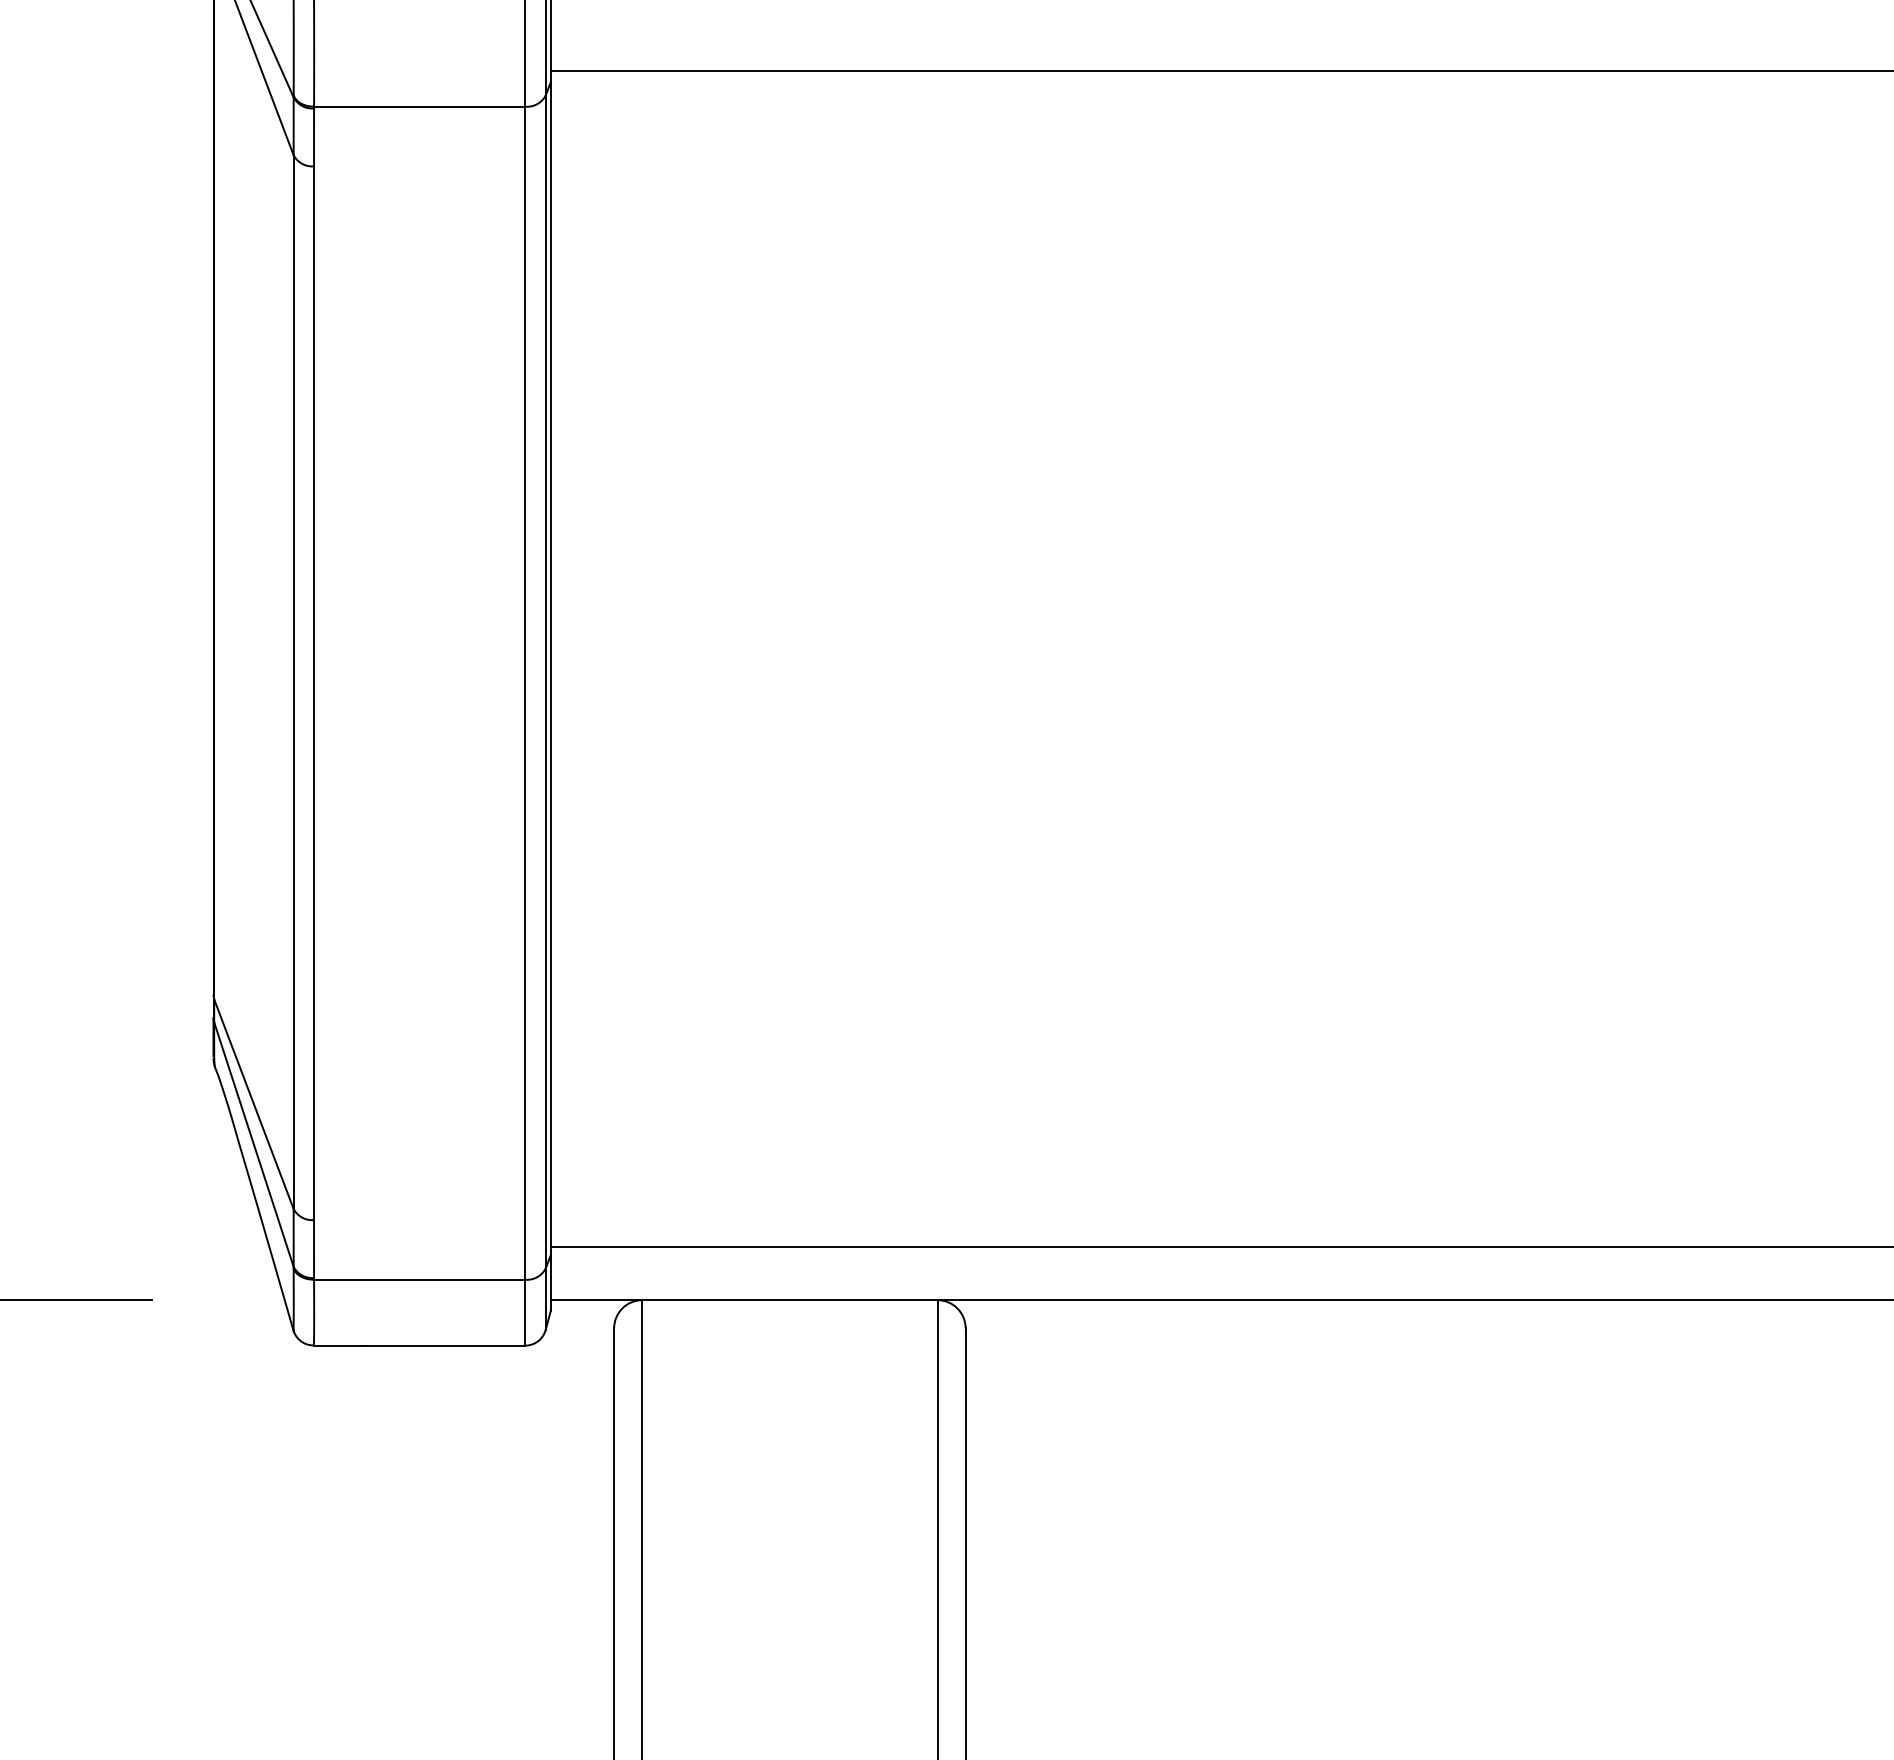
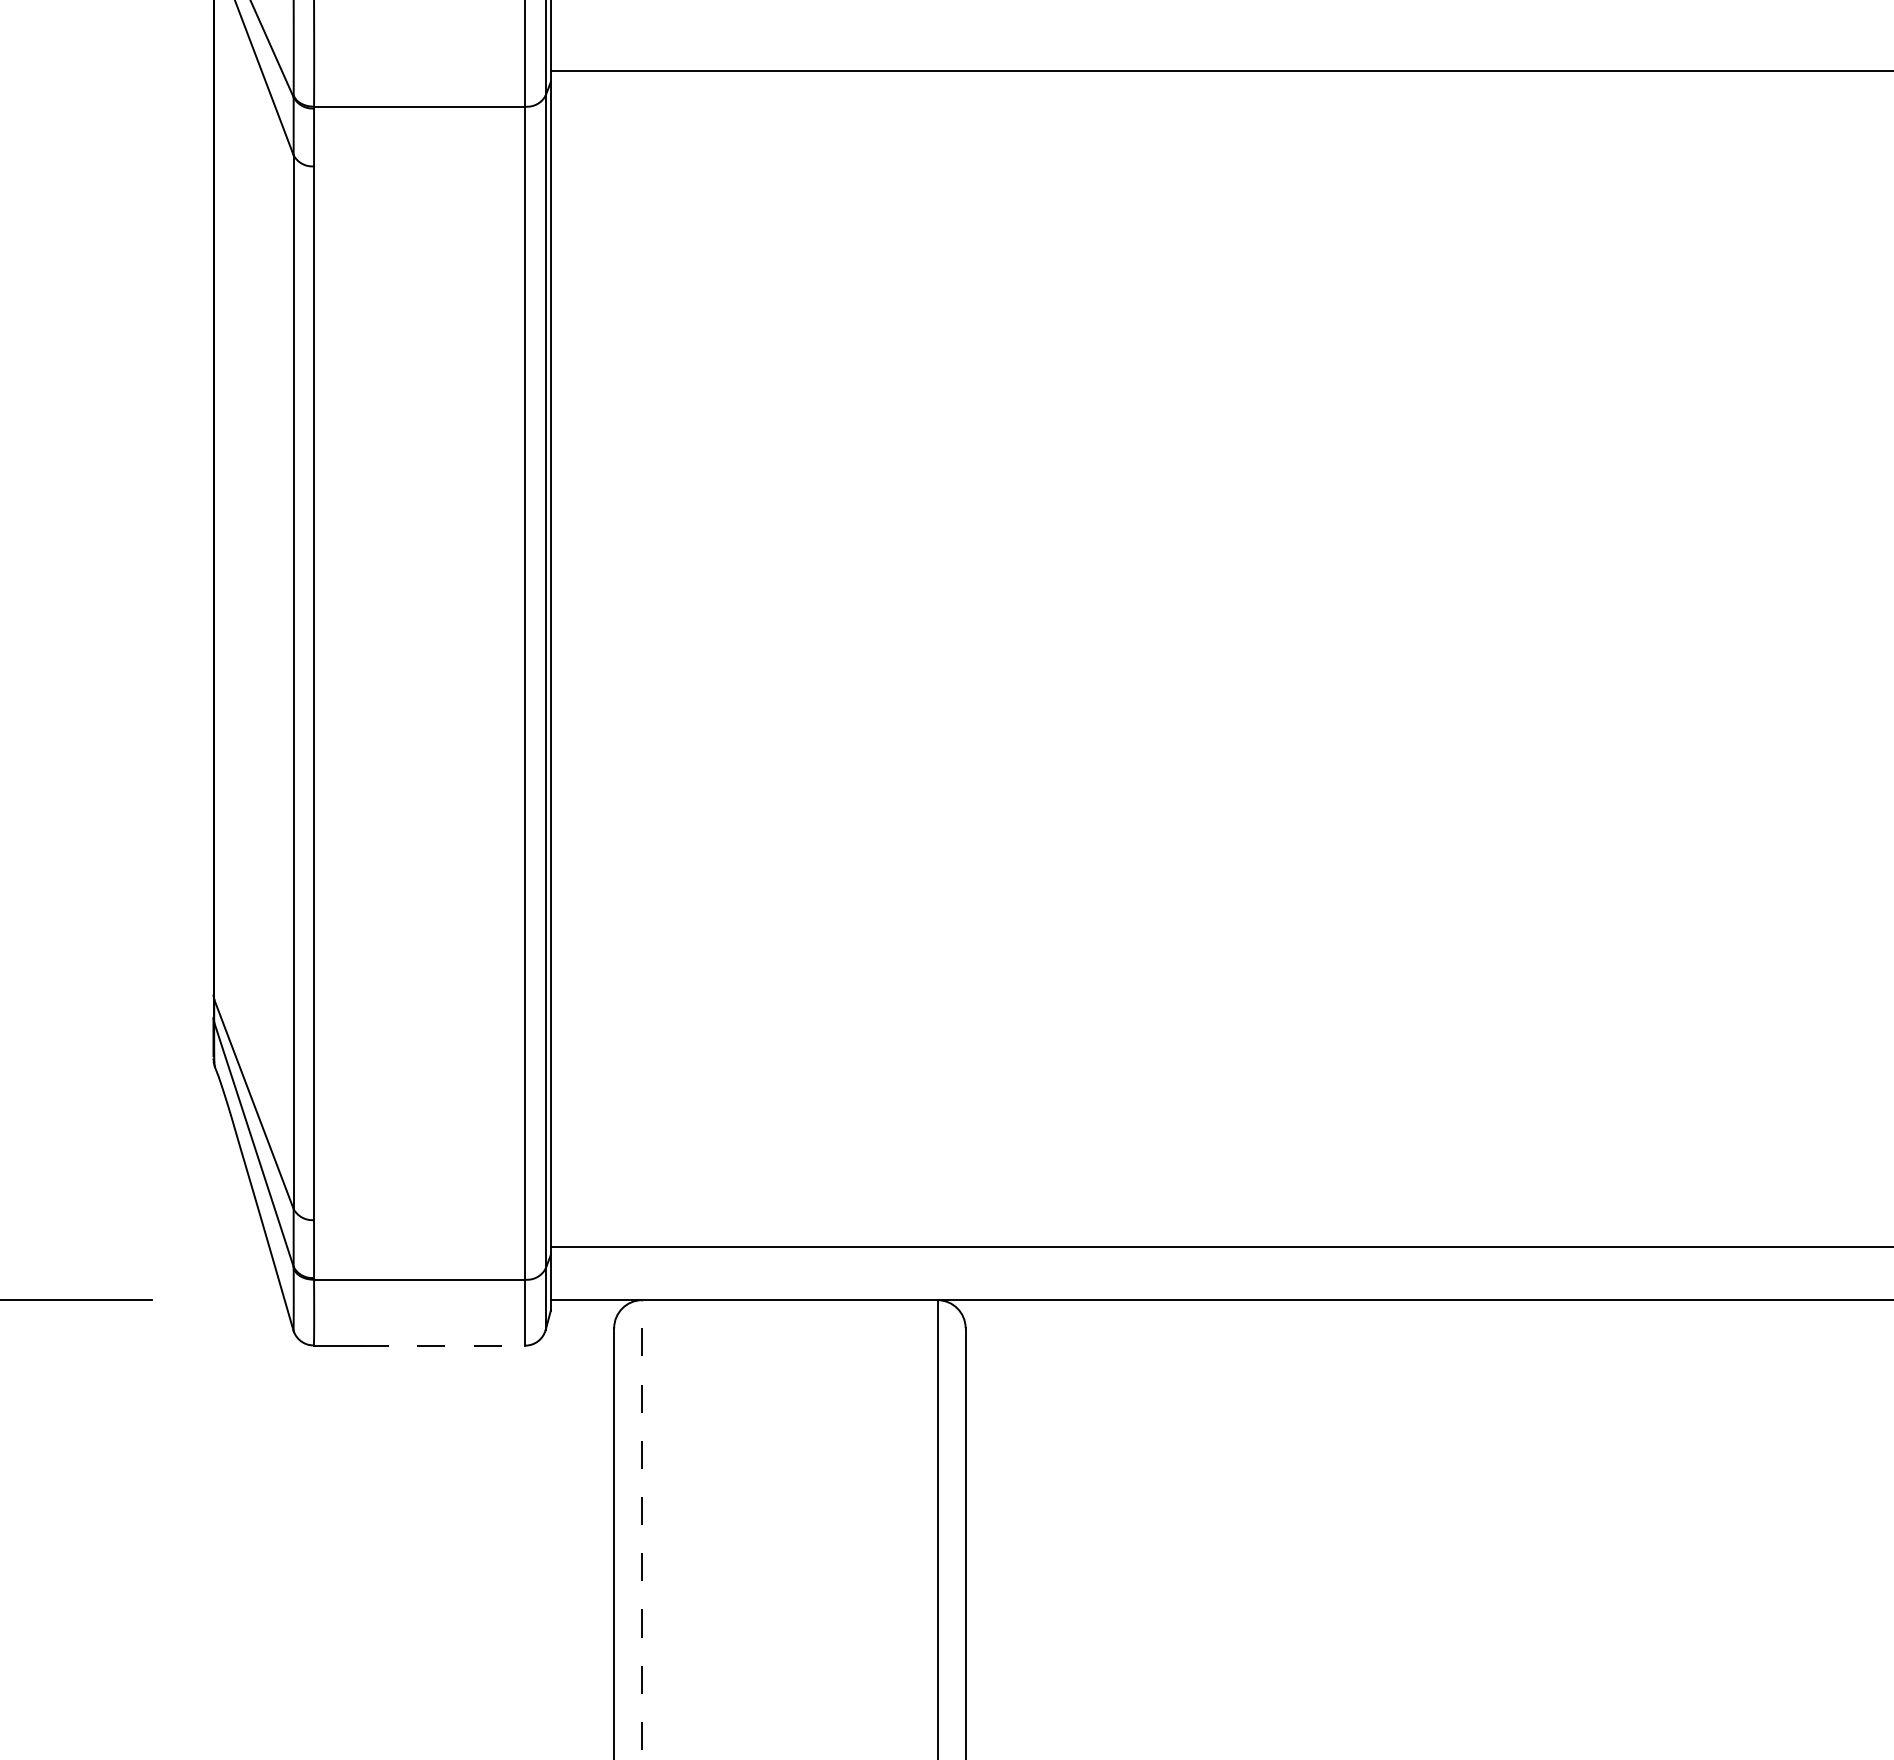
line at (443, 1345): solid -> dashed
line at (642, 1529): solid -> dashed
